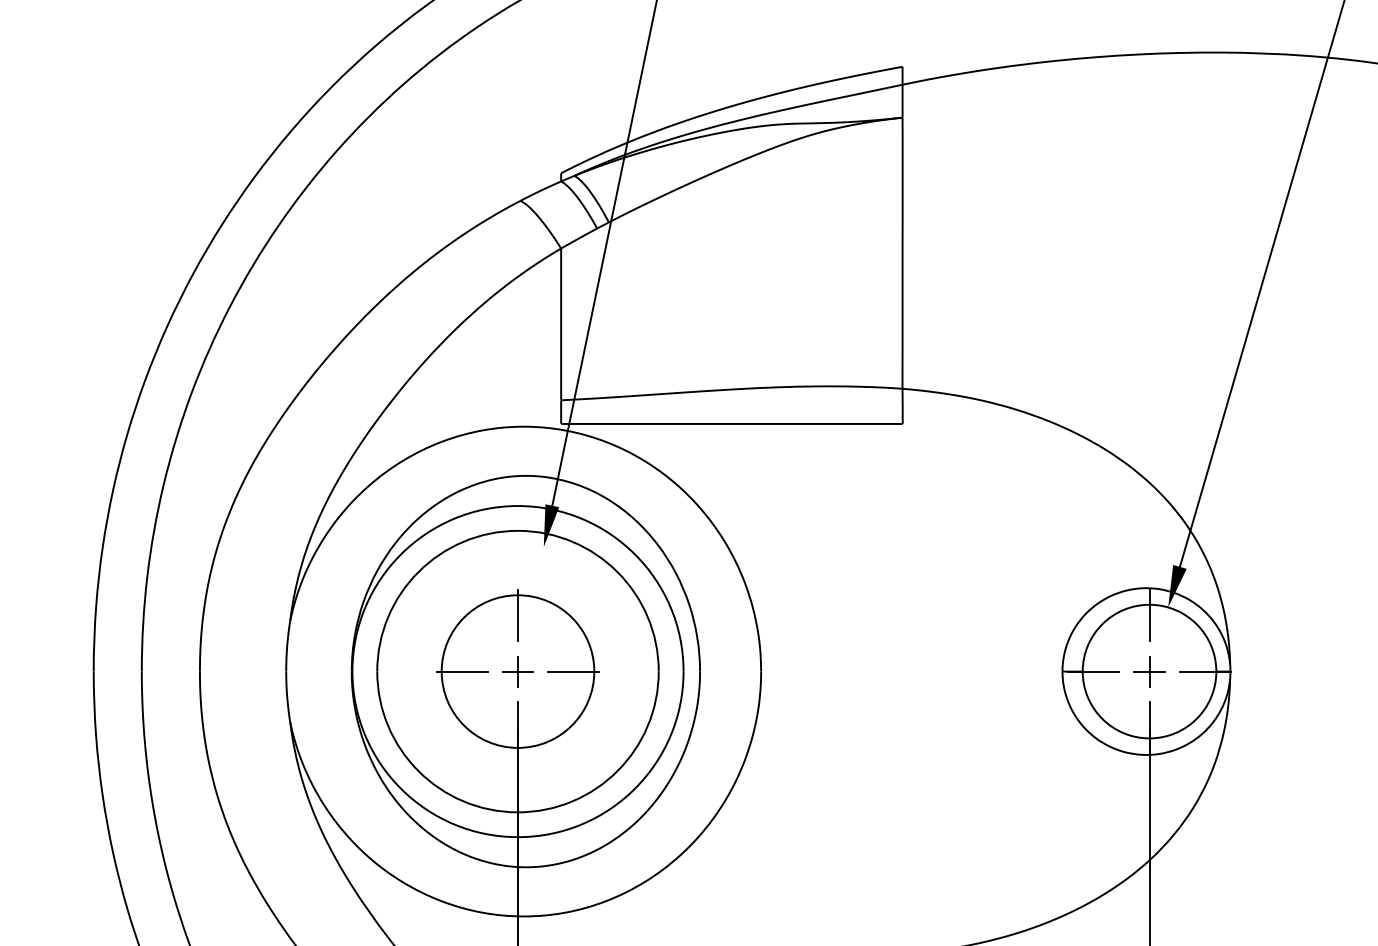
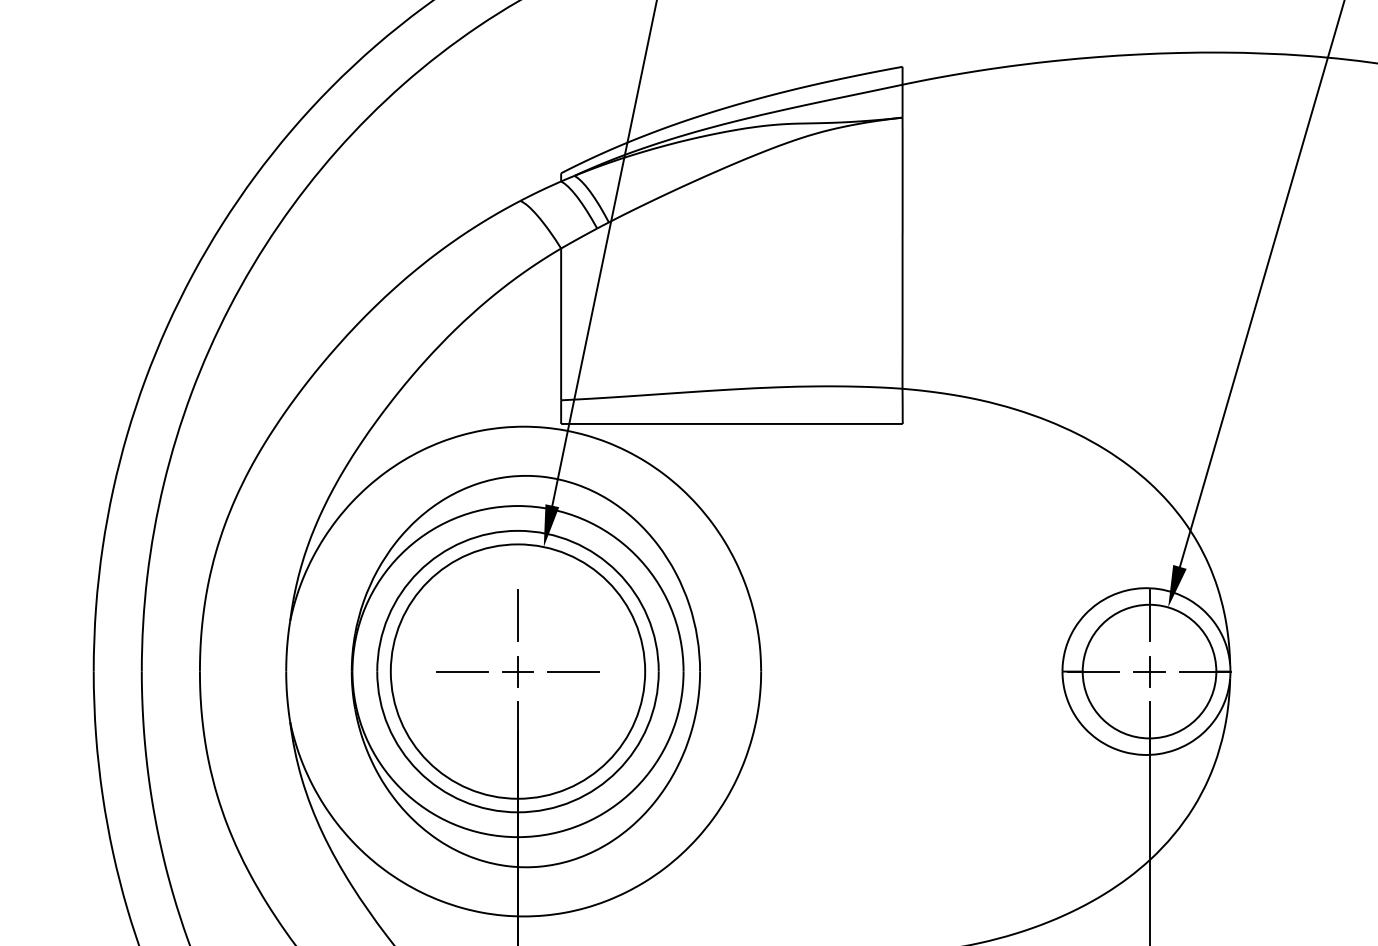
circle at (517, 671) diameter: 153 px -> 254 px
